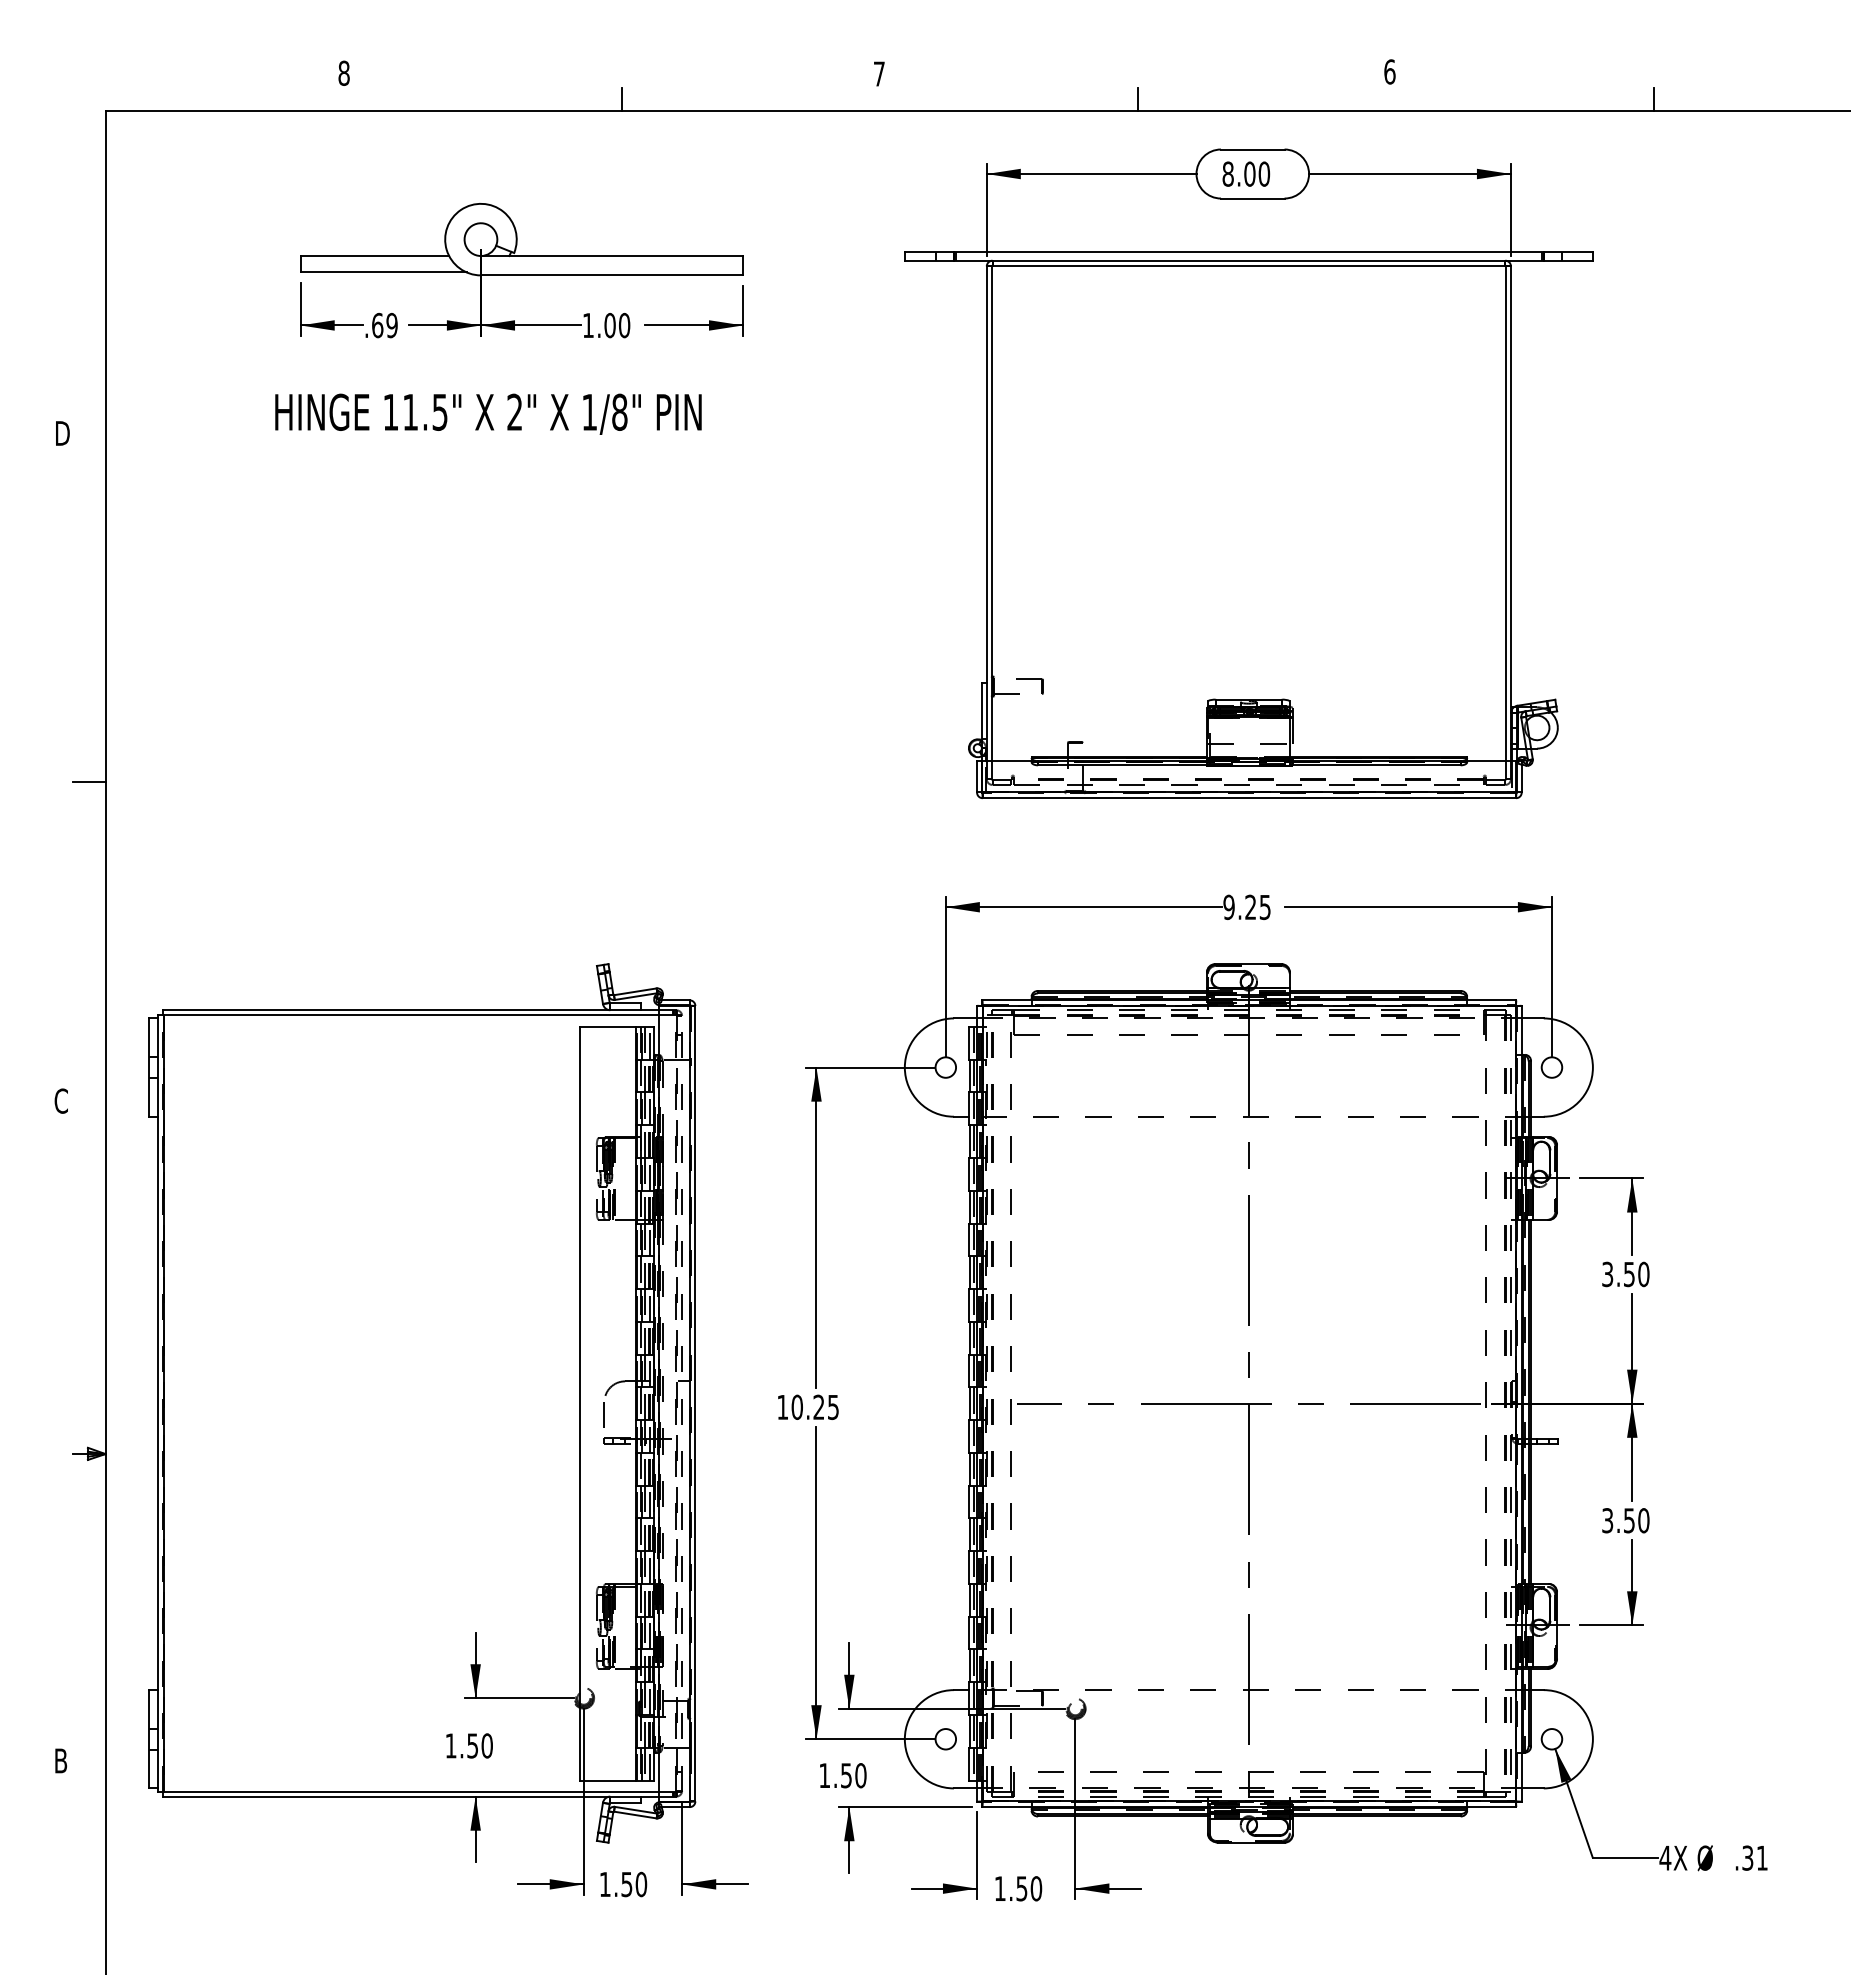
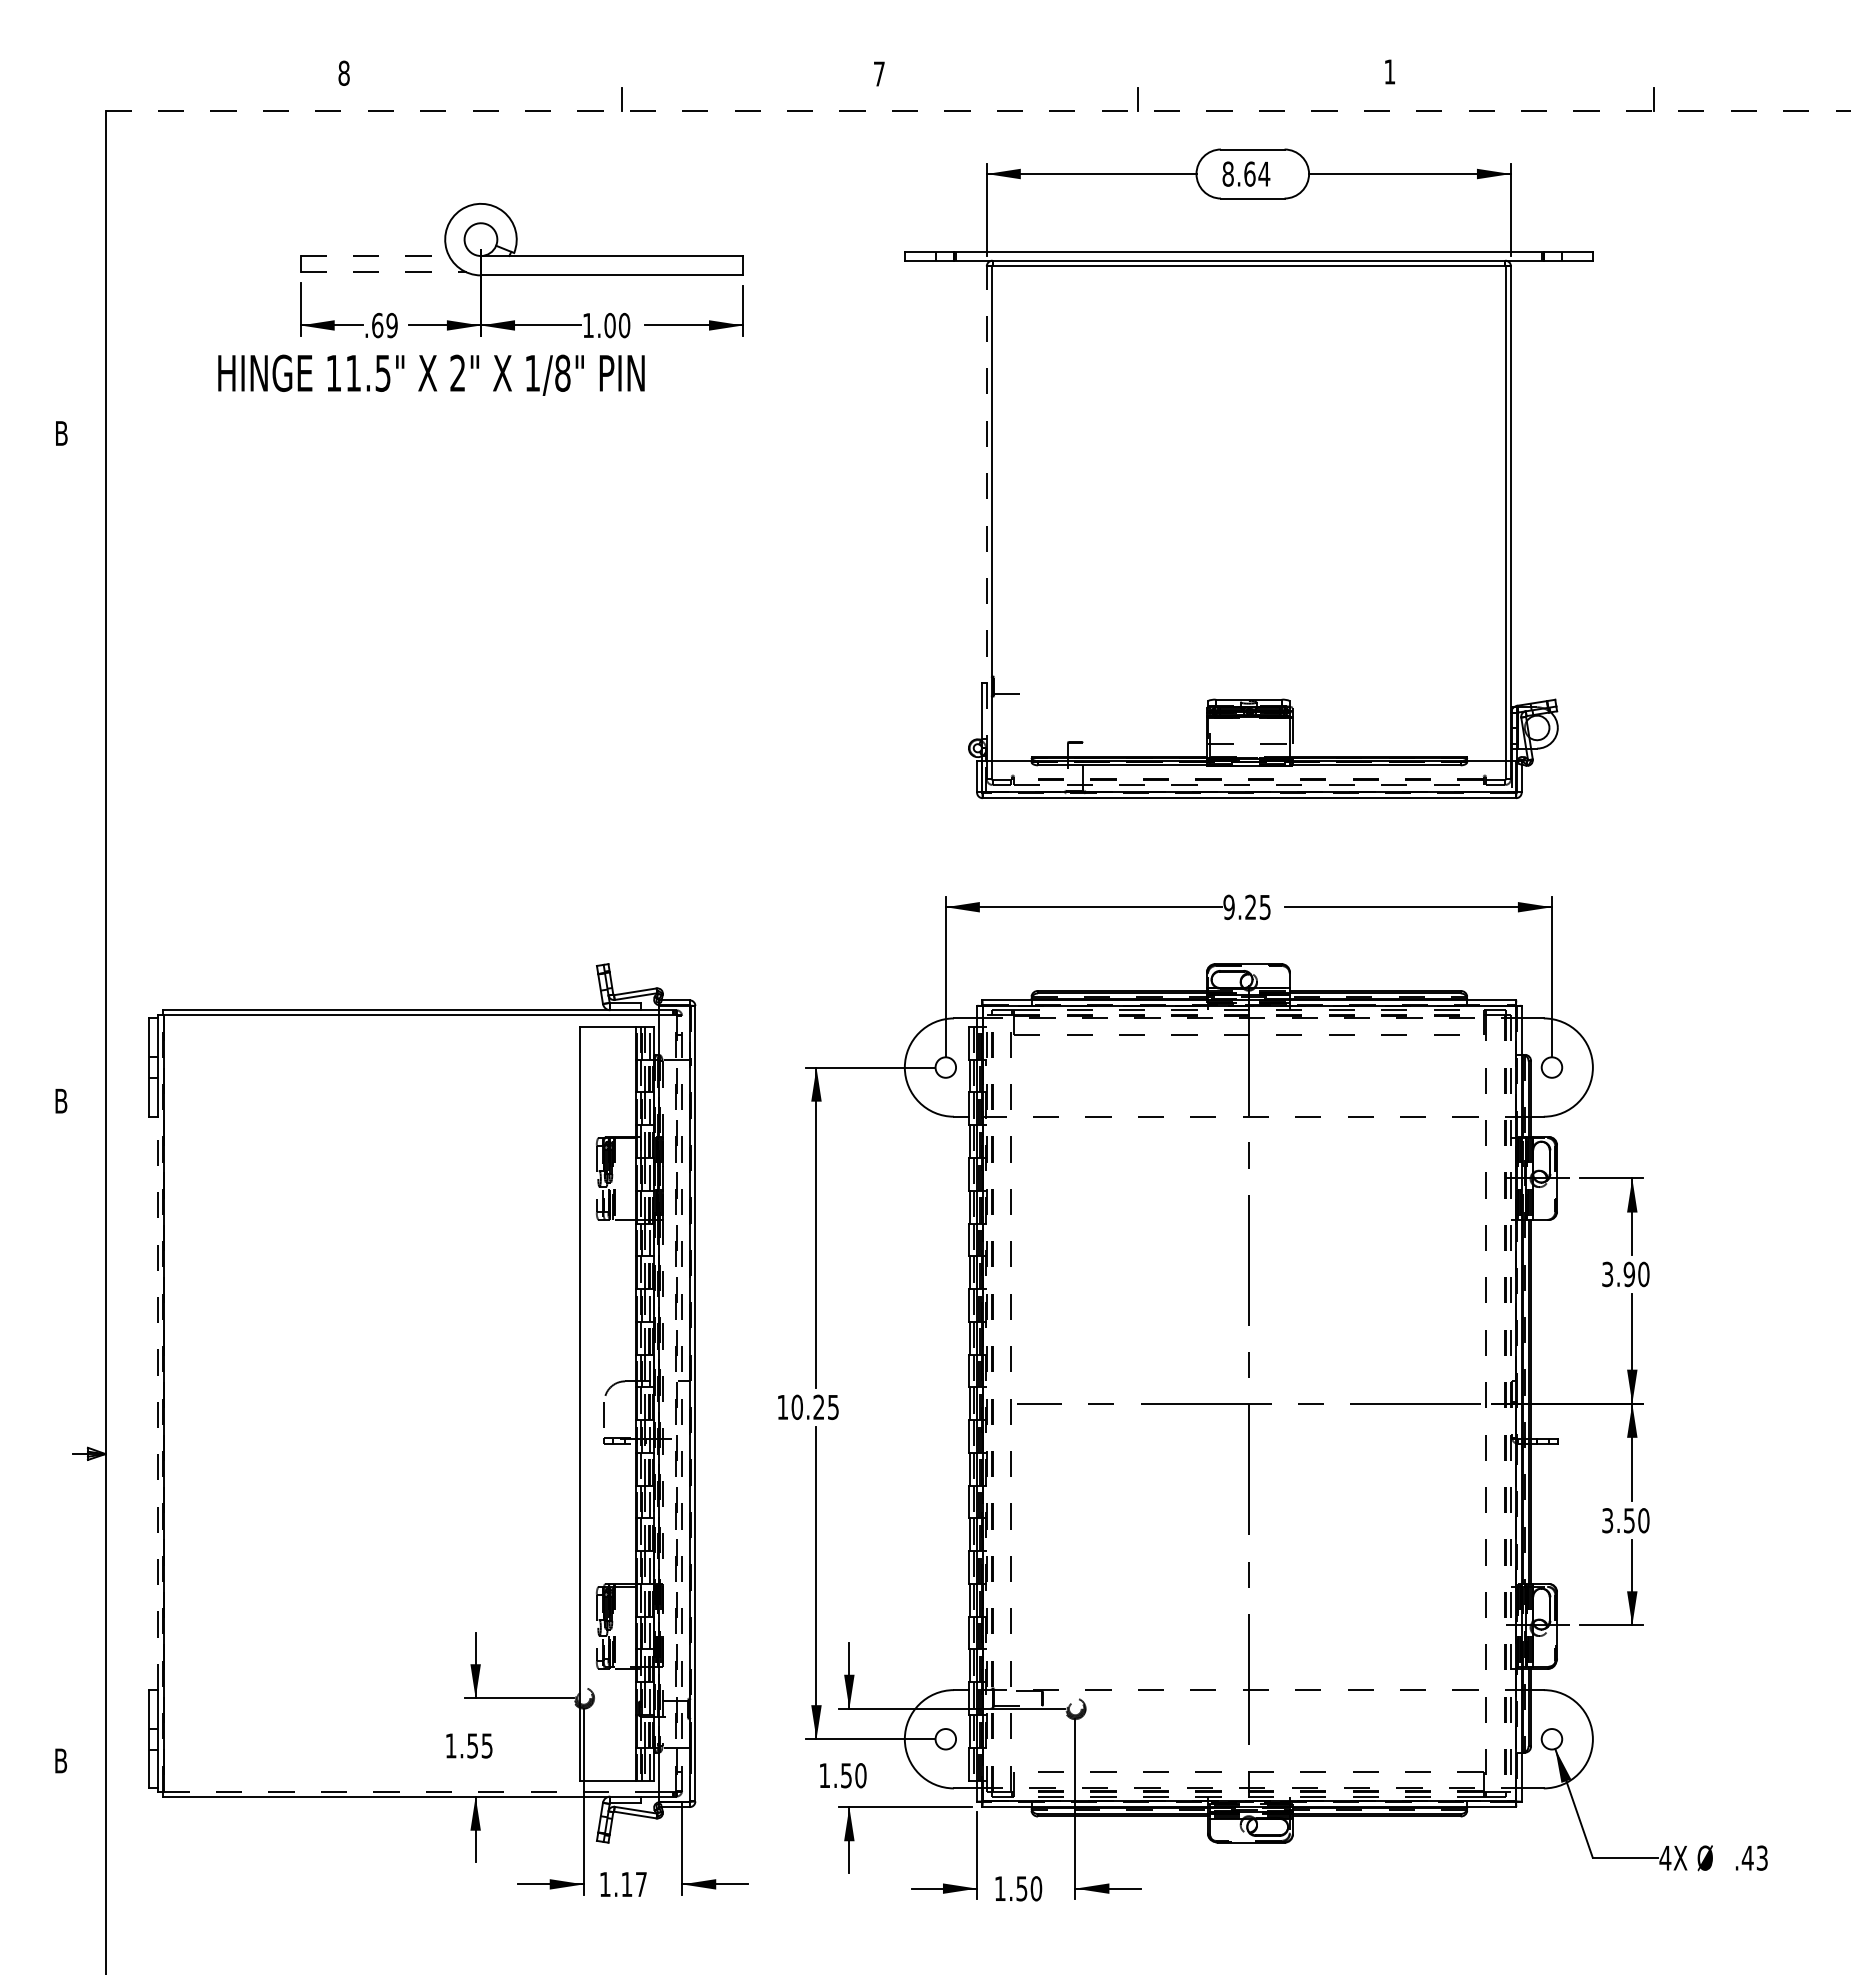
text at (1389, 71): 6 -> 1
line at (978, 110): solid -> dashed
text at (1257, 173): 8.00 -> 8.64
line at (375, 256): solid -> dashed
line at (383, 272): solid -> dashed
text at (488, 413) position: (488, 413) -> (431, 374)
text at (63, 433): D -> B
line at (986, 513): solid -> dashed
part at (1029, 679): present -> none
line at (88, 782): present -> none
text at (60, 1100): C -> B
text at (1628, 1273): 3.50 -> 3.90
line at (157, 1403): solid -> dashed
text at (486, 1745): 1.50 -> 1.55
line at (411, 1791): solid -> dashed
text at (1754, 1857): .31 -> .43
text at (634, 1884): 1.50 -> 1.17
